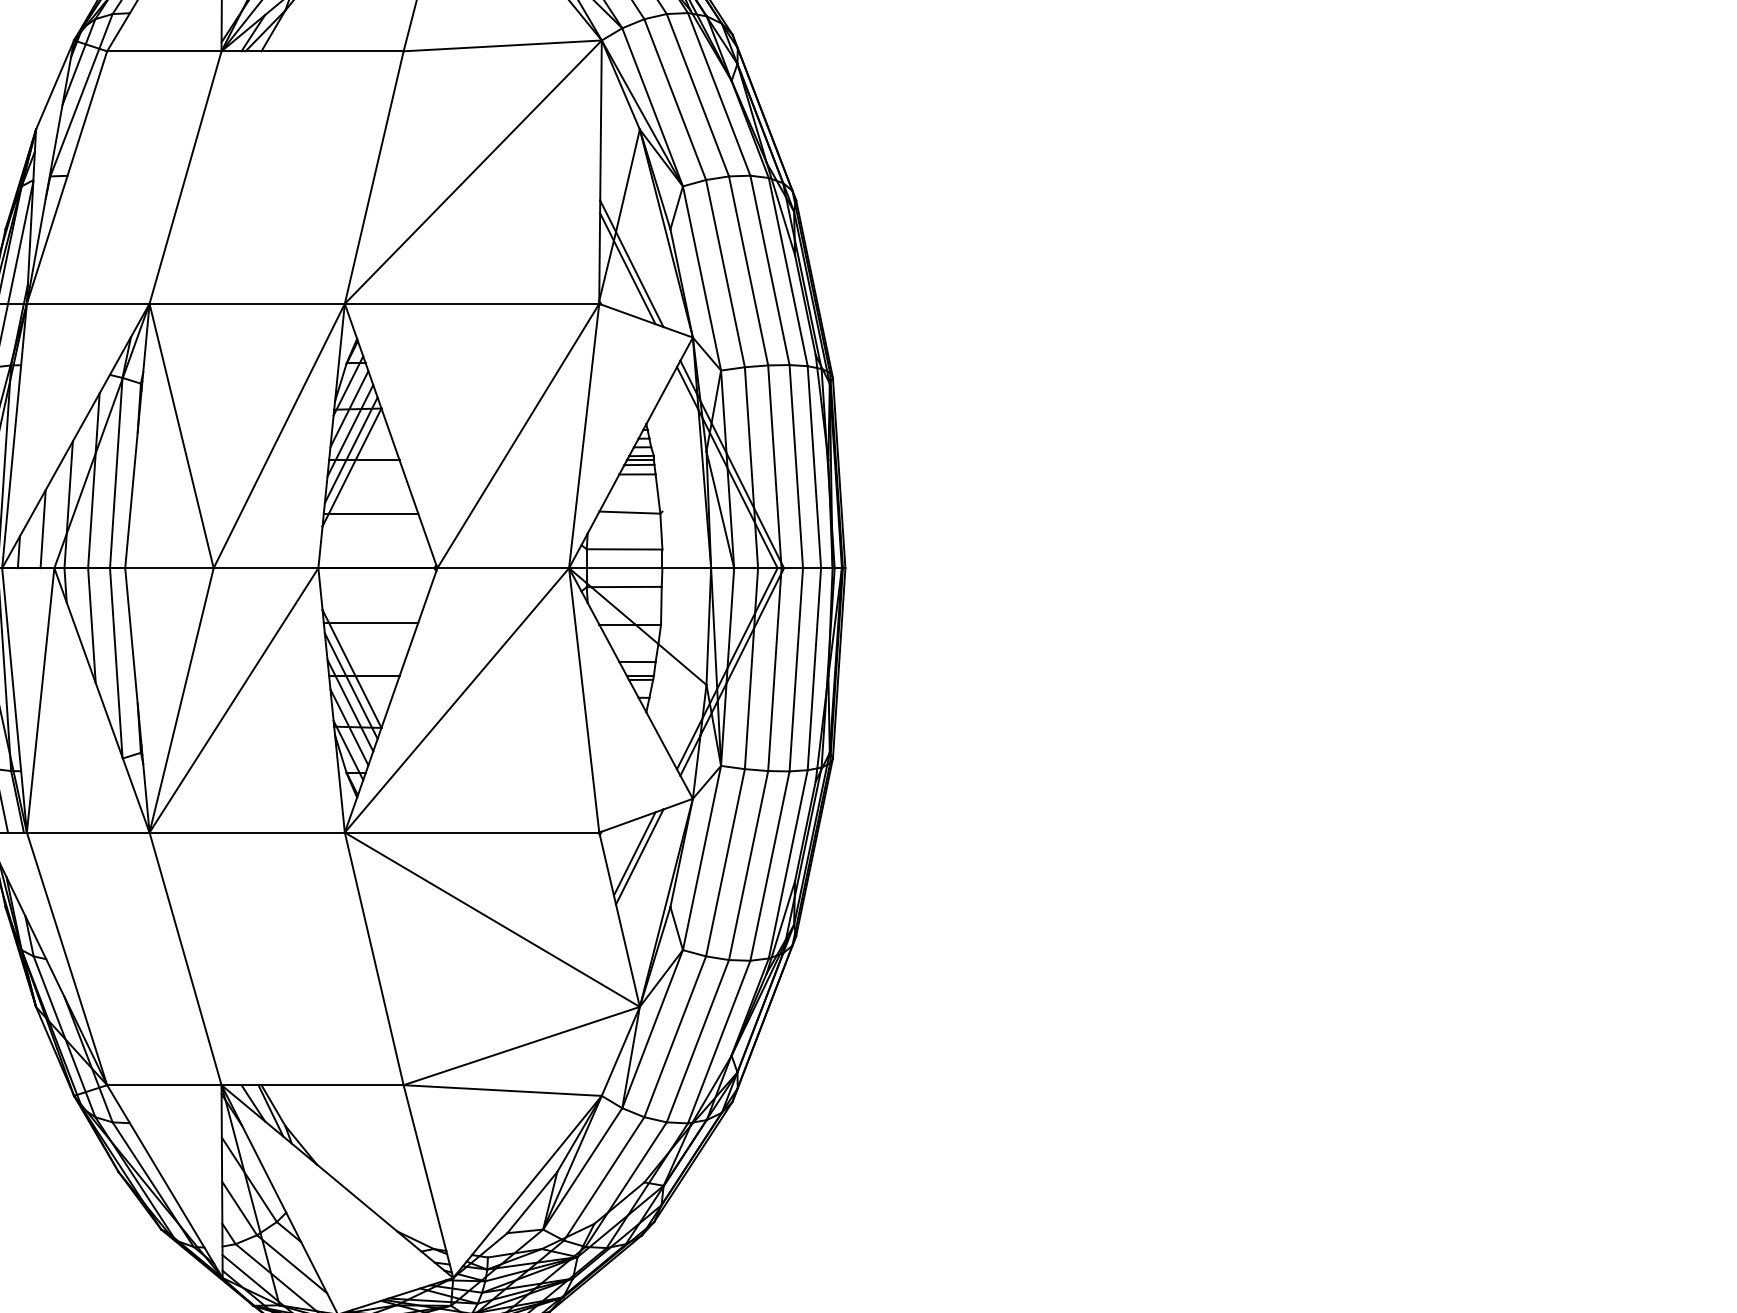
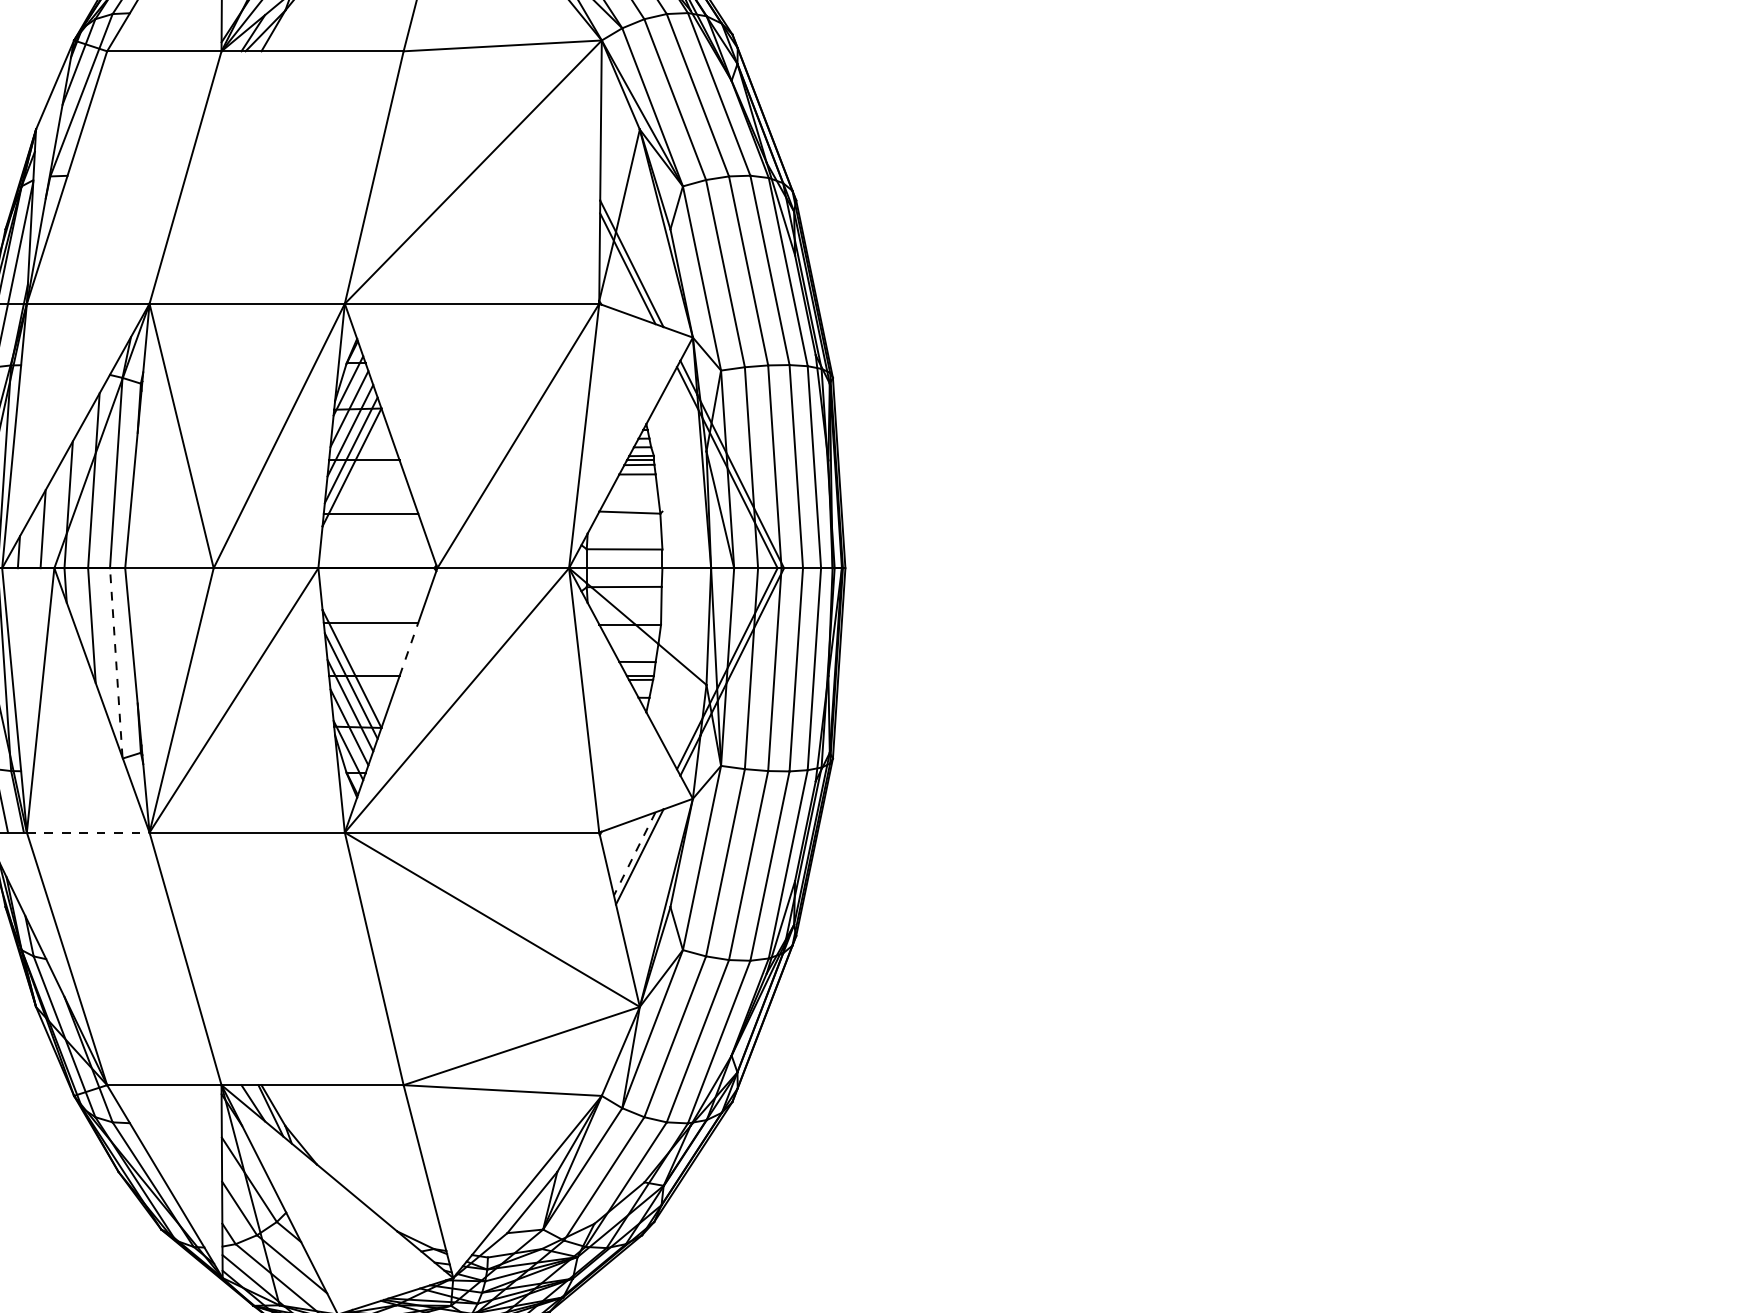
line at (409, 648): solid -> dashed
line at (116, 662): solid -> dashed
line at (88, 832): solid -> dashed
line at (634, 853): solid -> dashed
